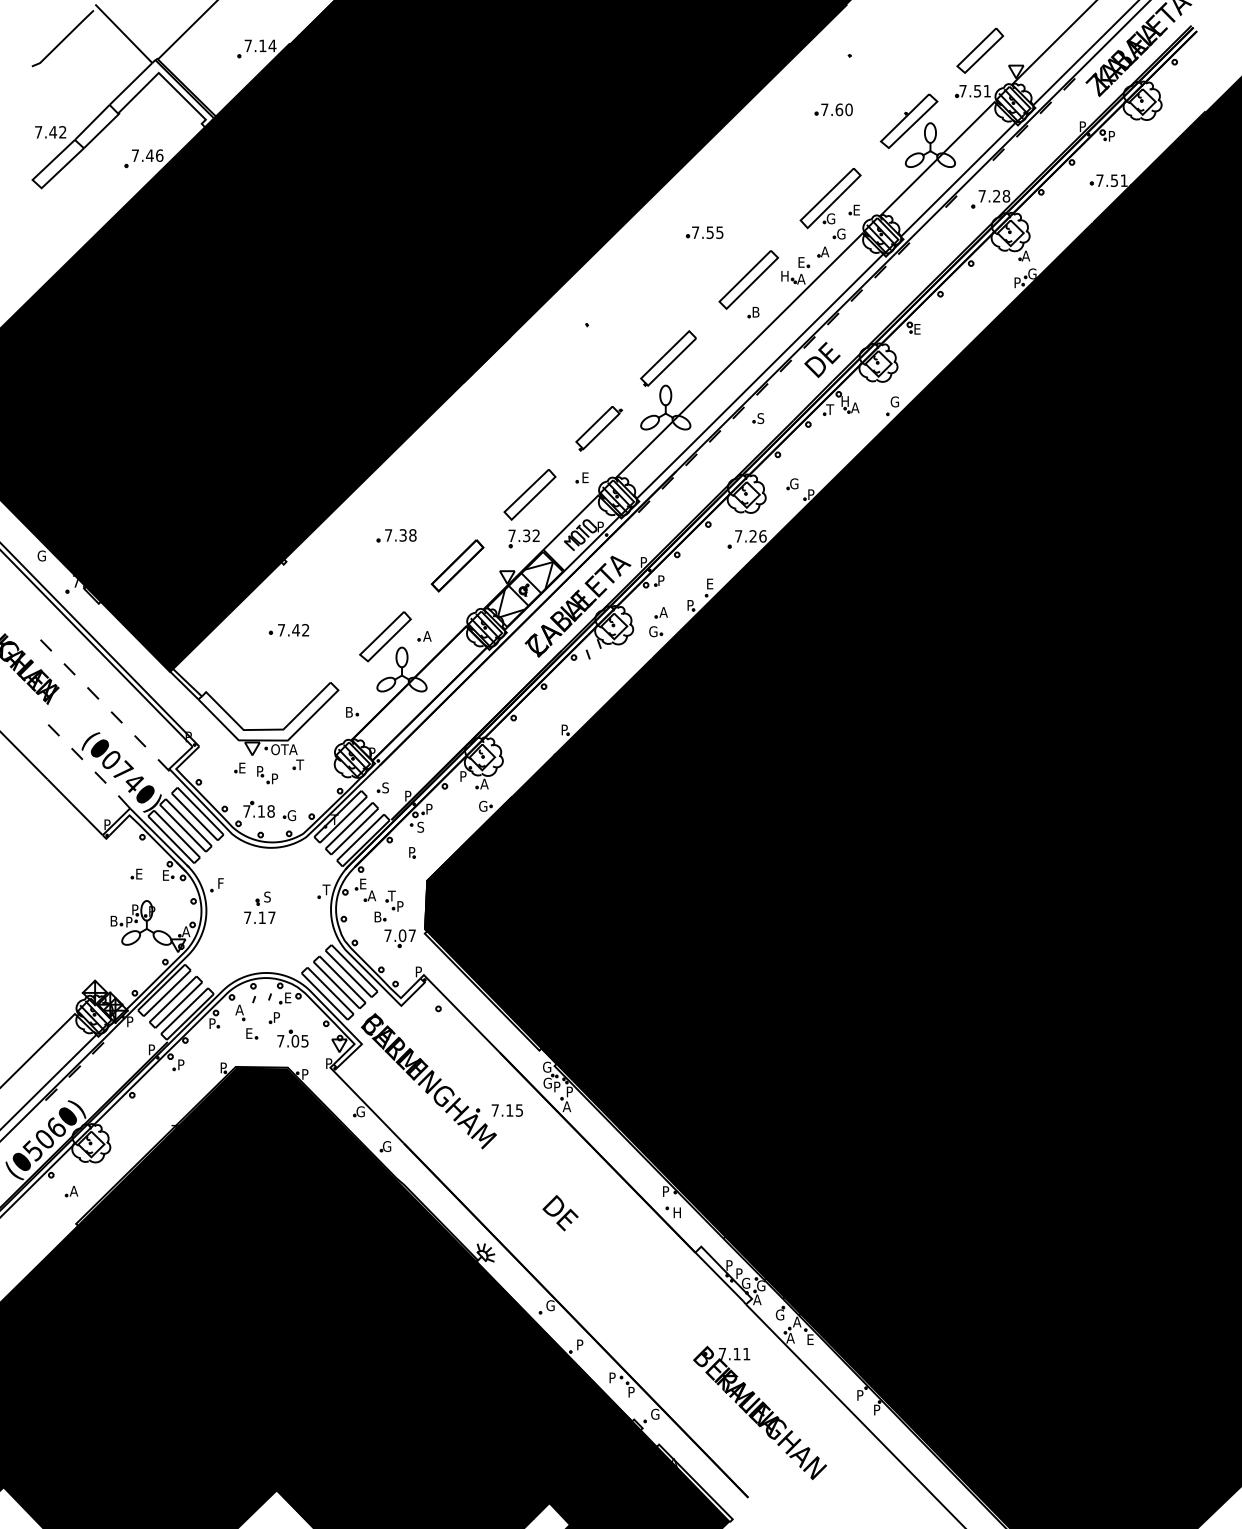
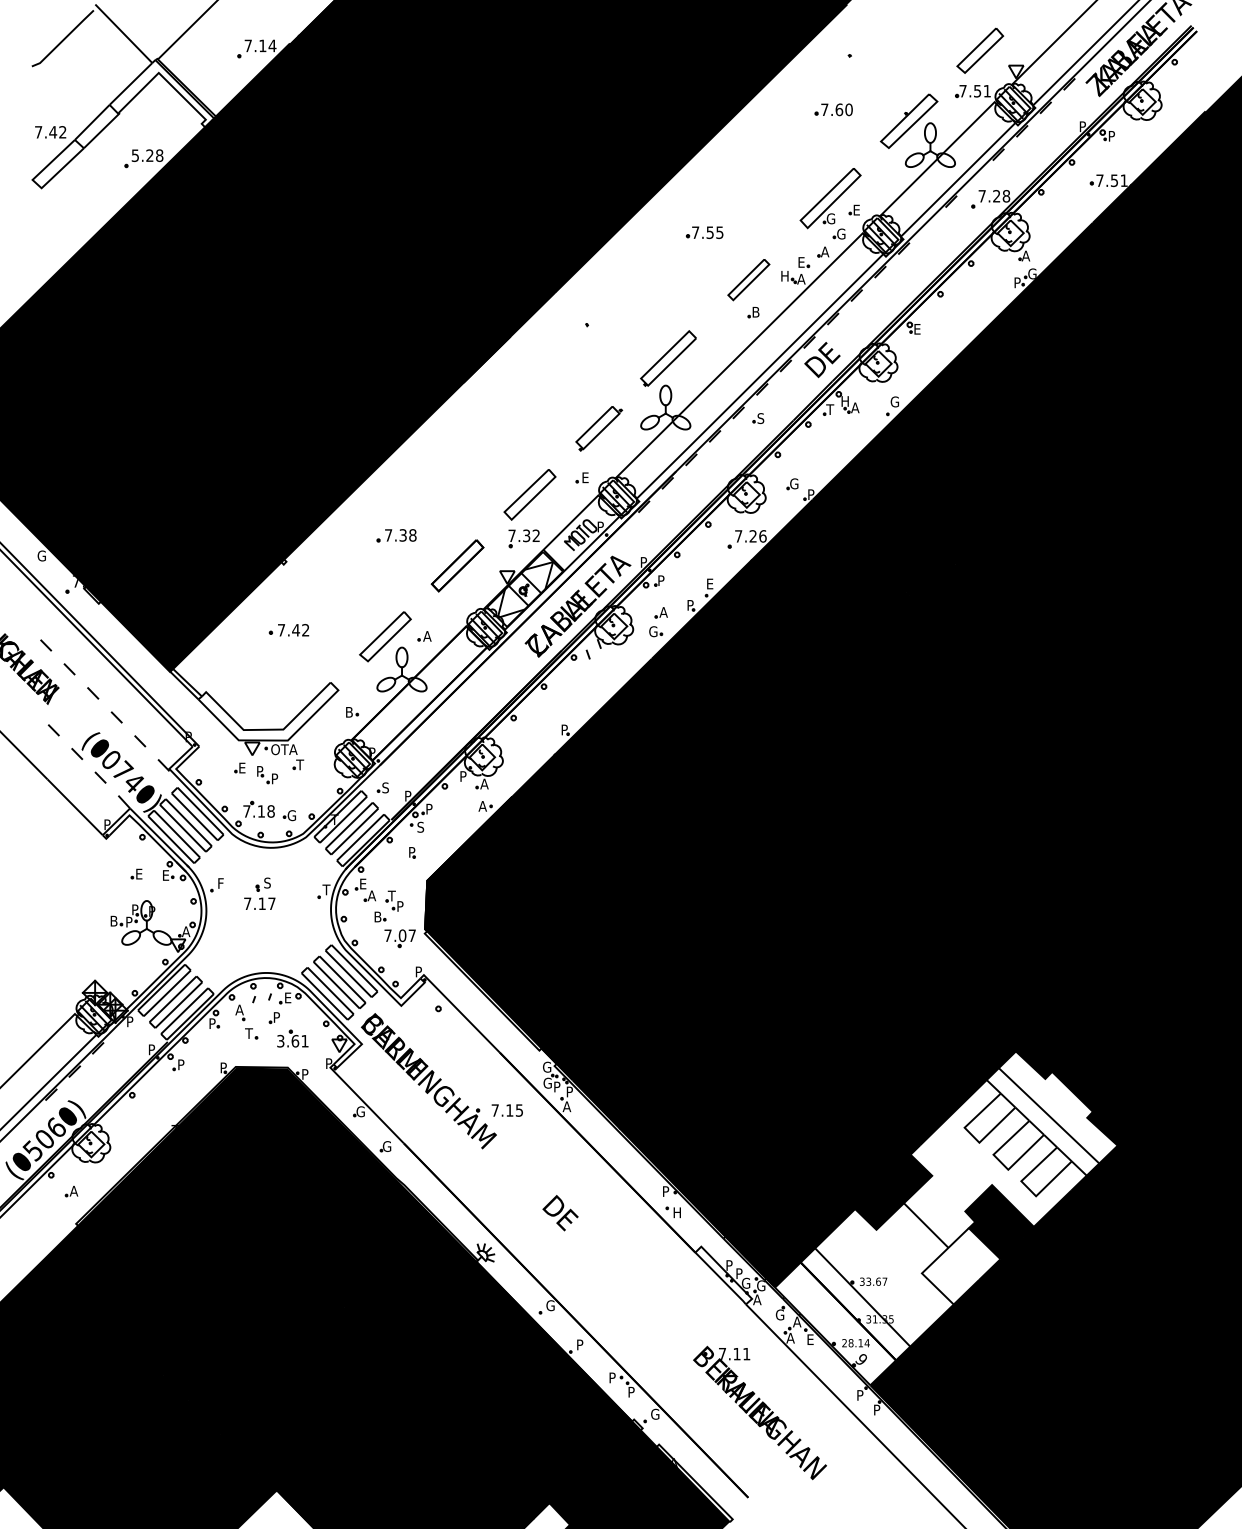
text at (147, 155): 7.46 -> 5.28
part at (748, 279) size: 62x60 px -> 44x43 px
text at (482, 805): G -> A
part at (259, 907) position: (259, 907) -> (259, 893)
text at (249, 1033): E -> T
text at (292, 1040): 7.05 -> 3.61
fill at (946, 1218): present -> none
